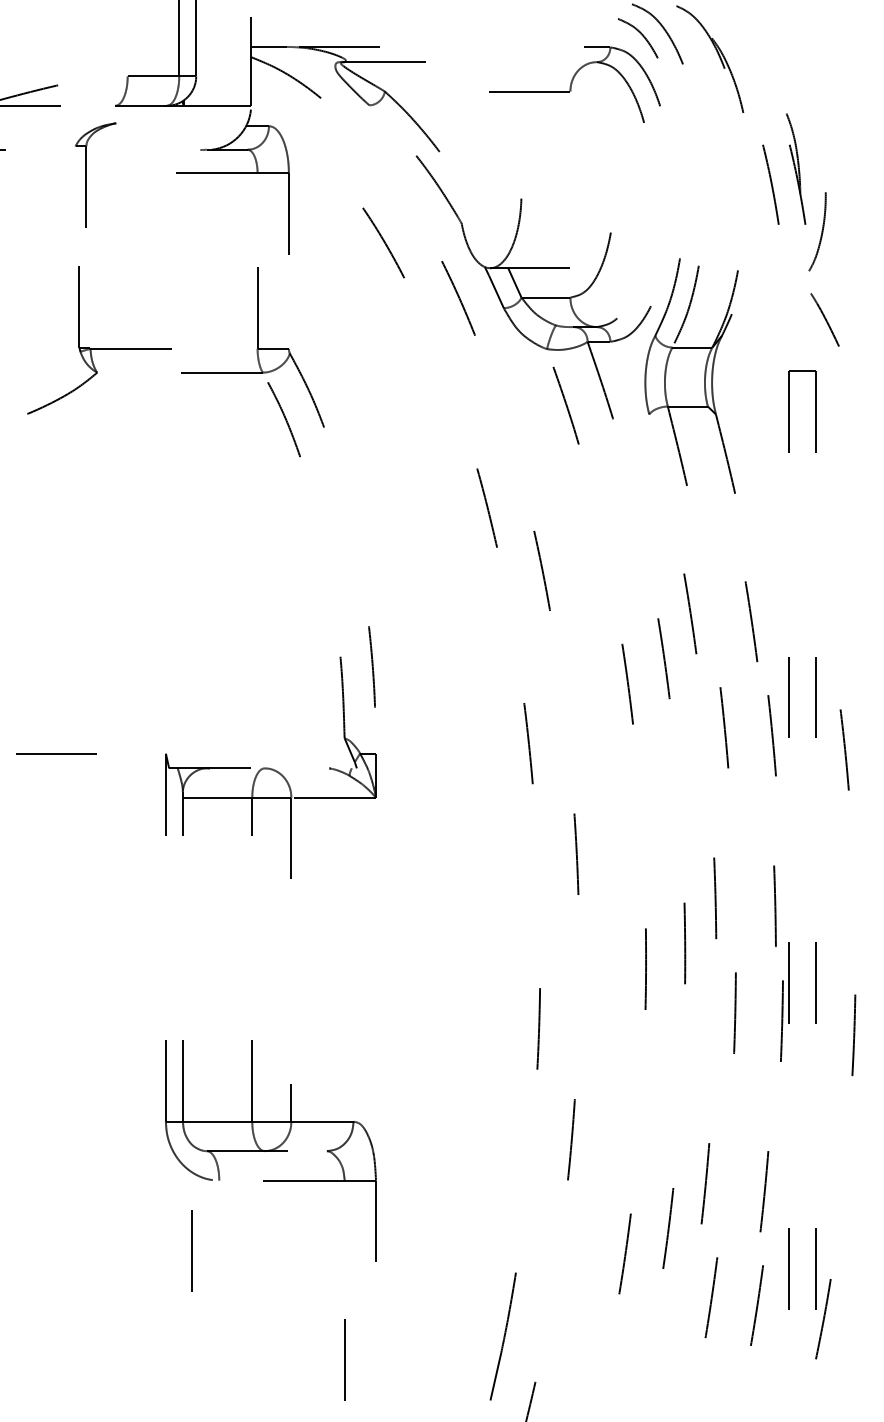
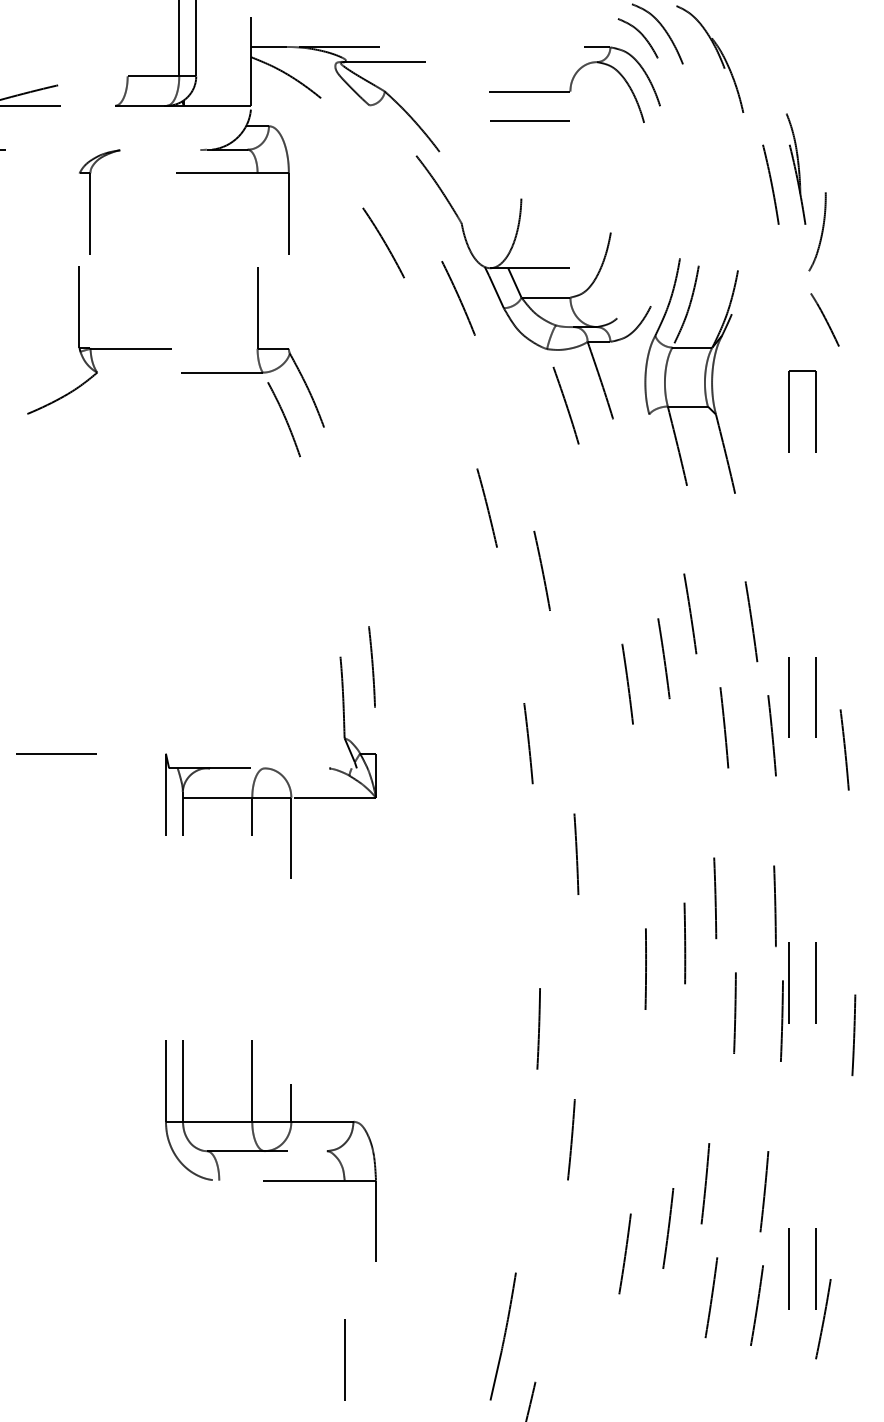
line at (530, 121): none -> present
part at (86, 174) position: (86, 174) -> (90, 201)
line at (191, 1250): present -> none
